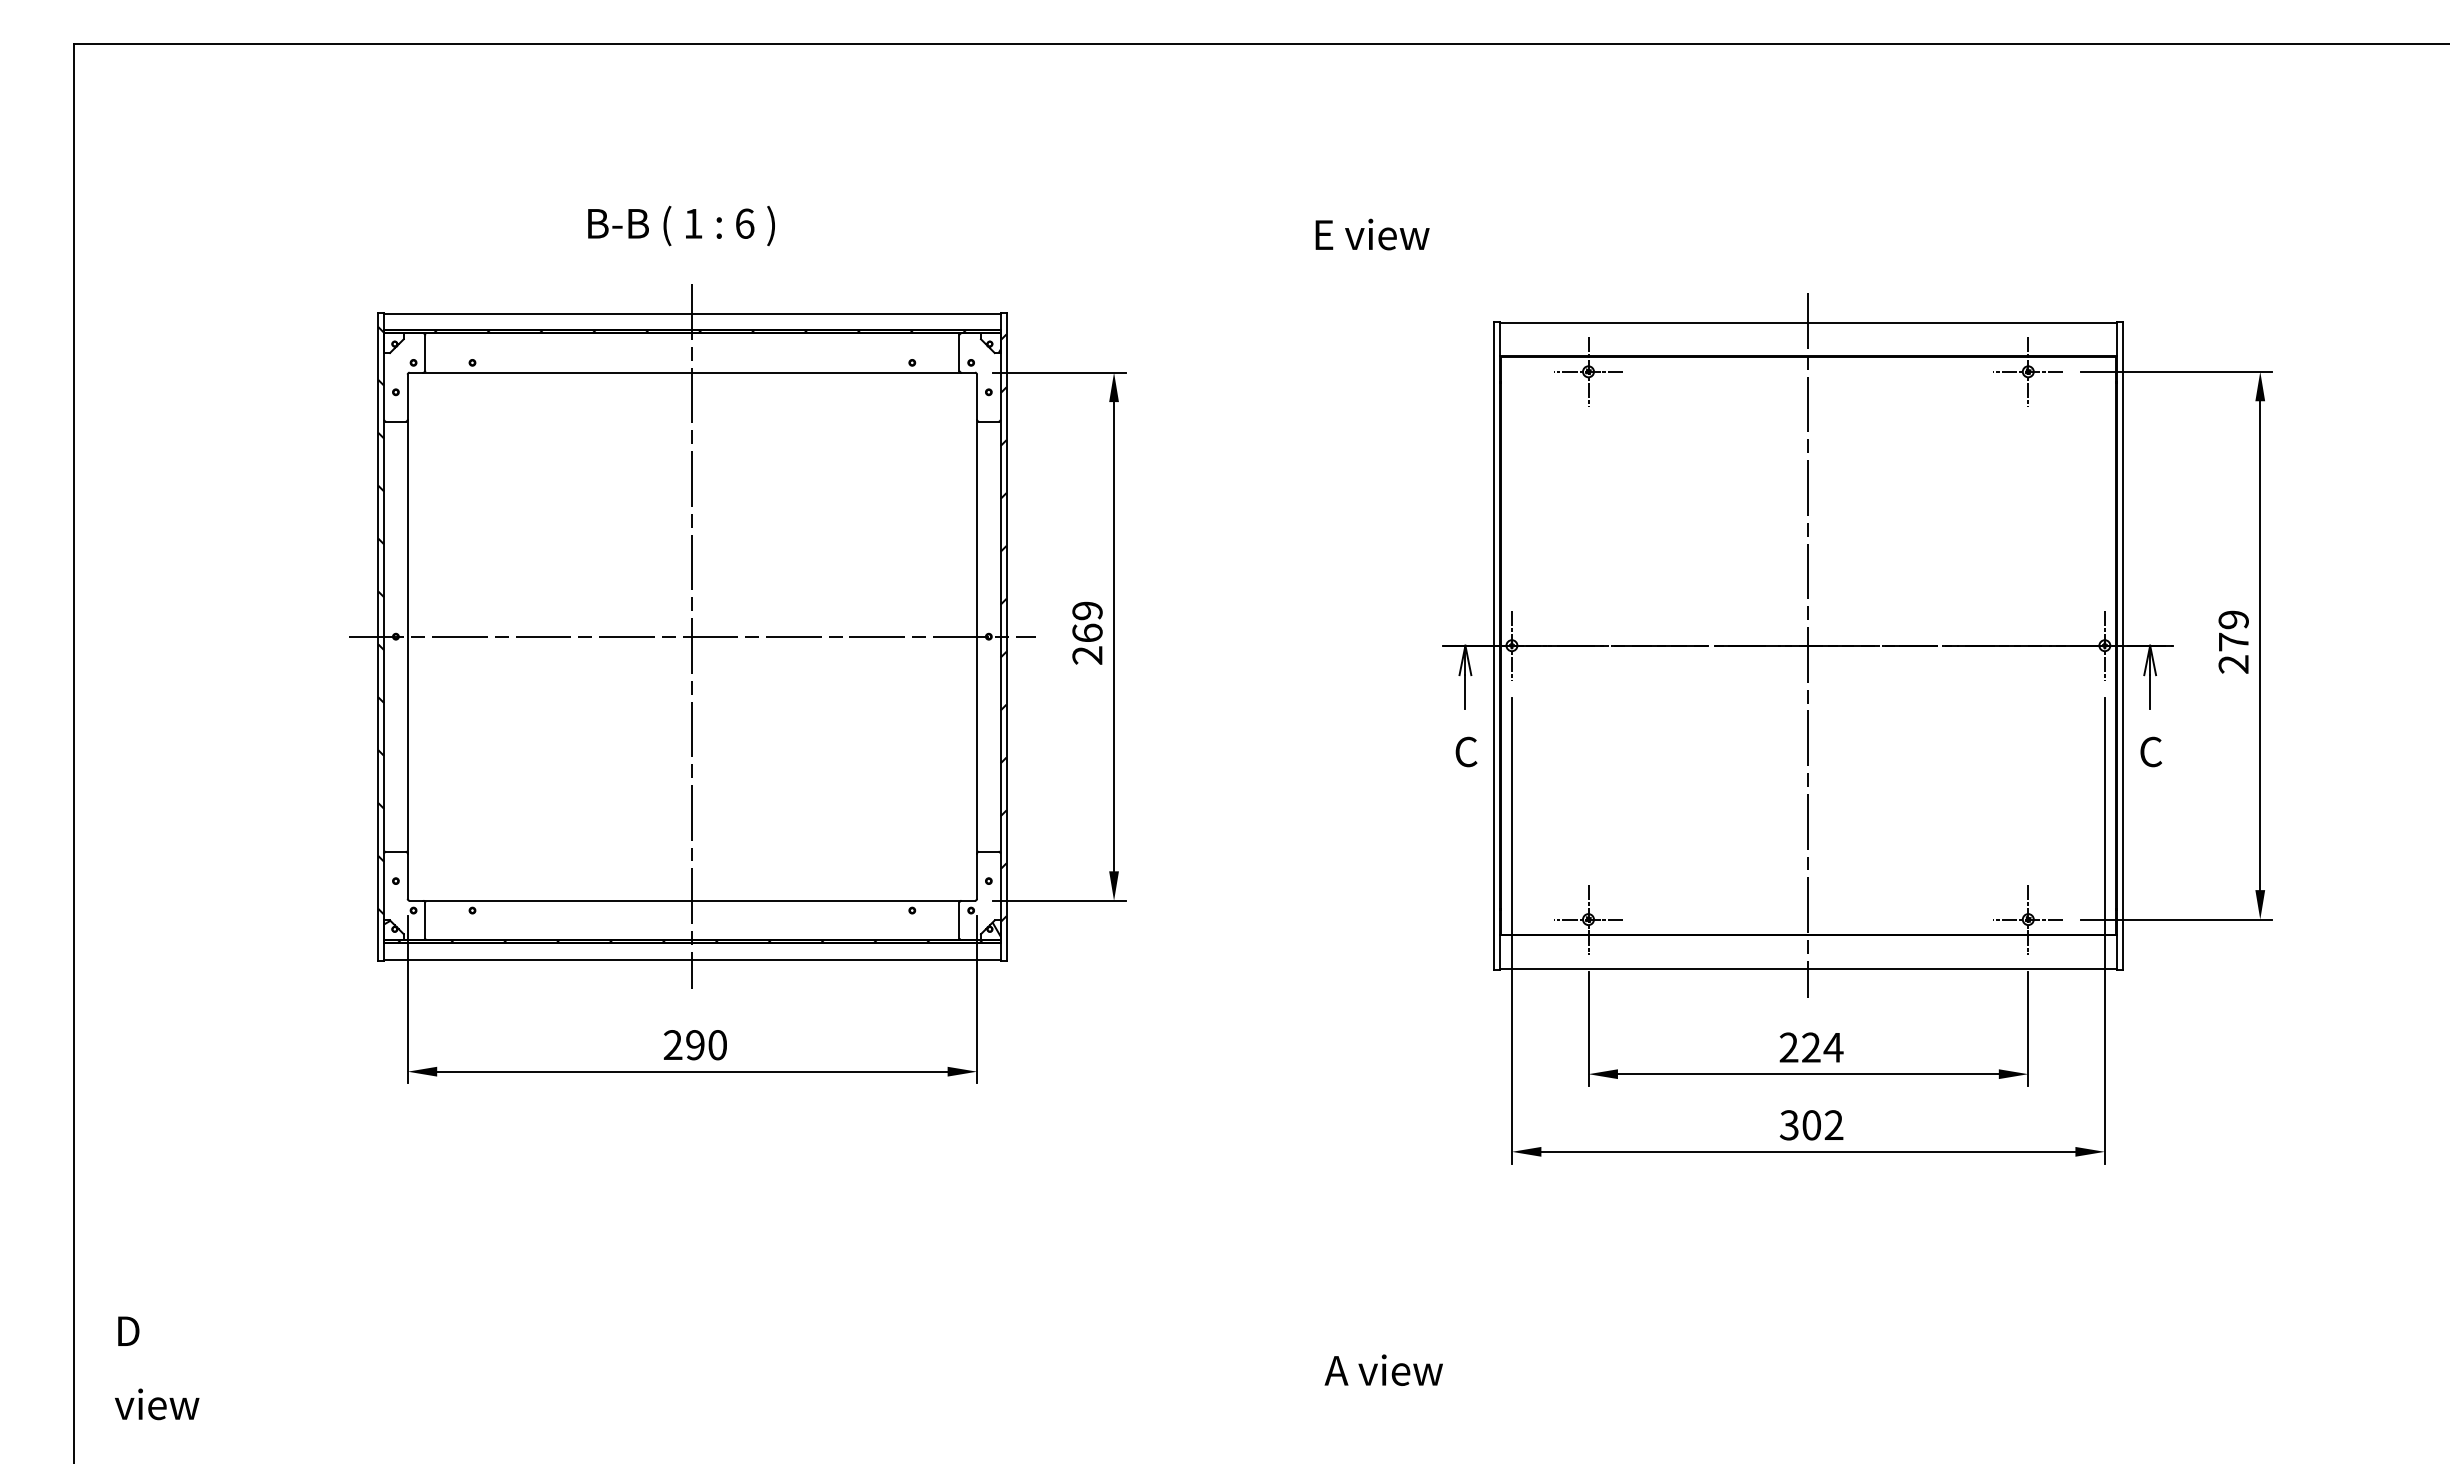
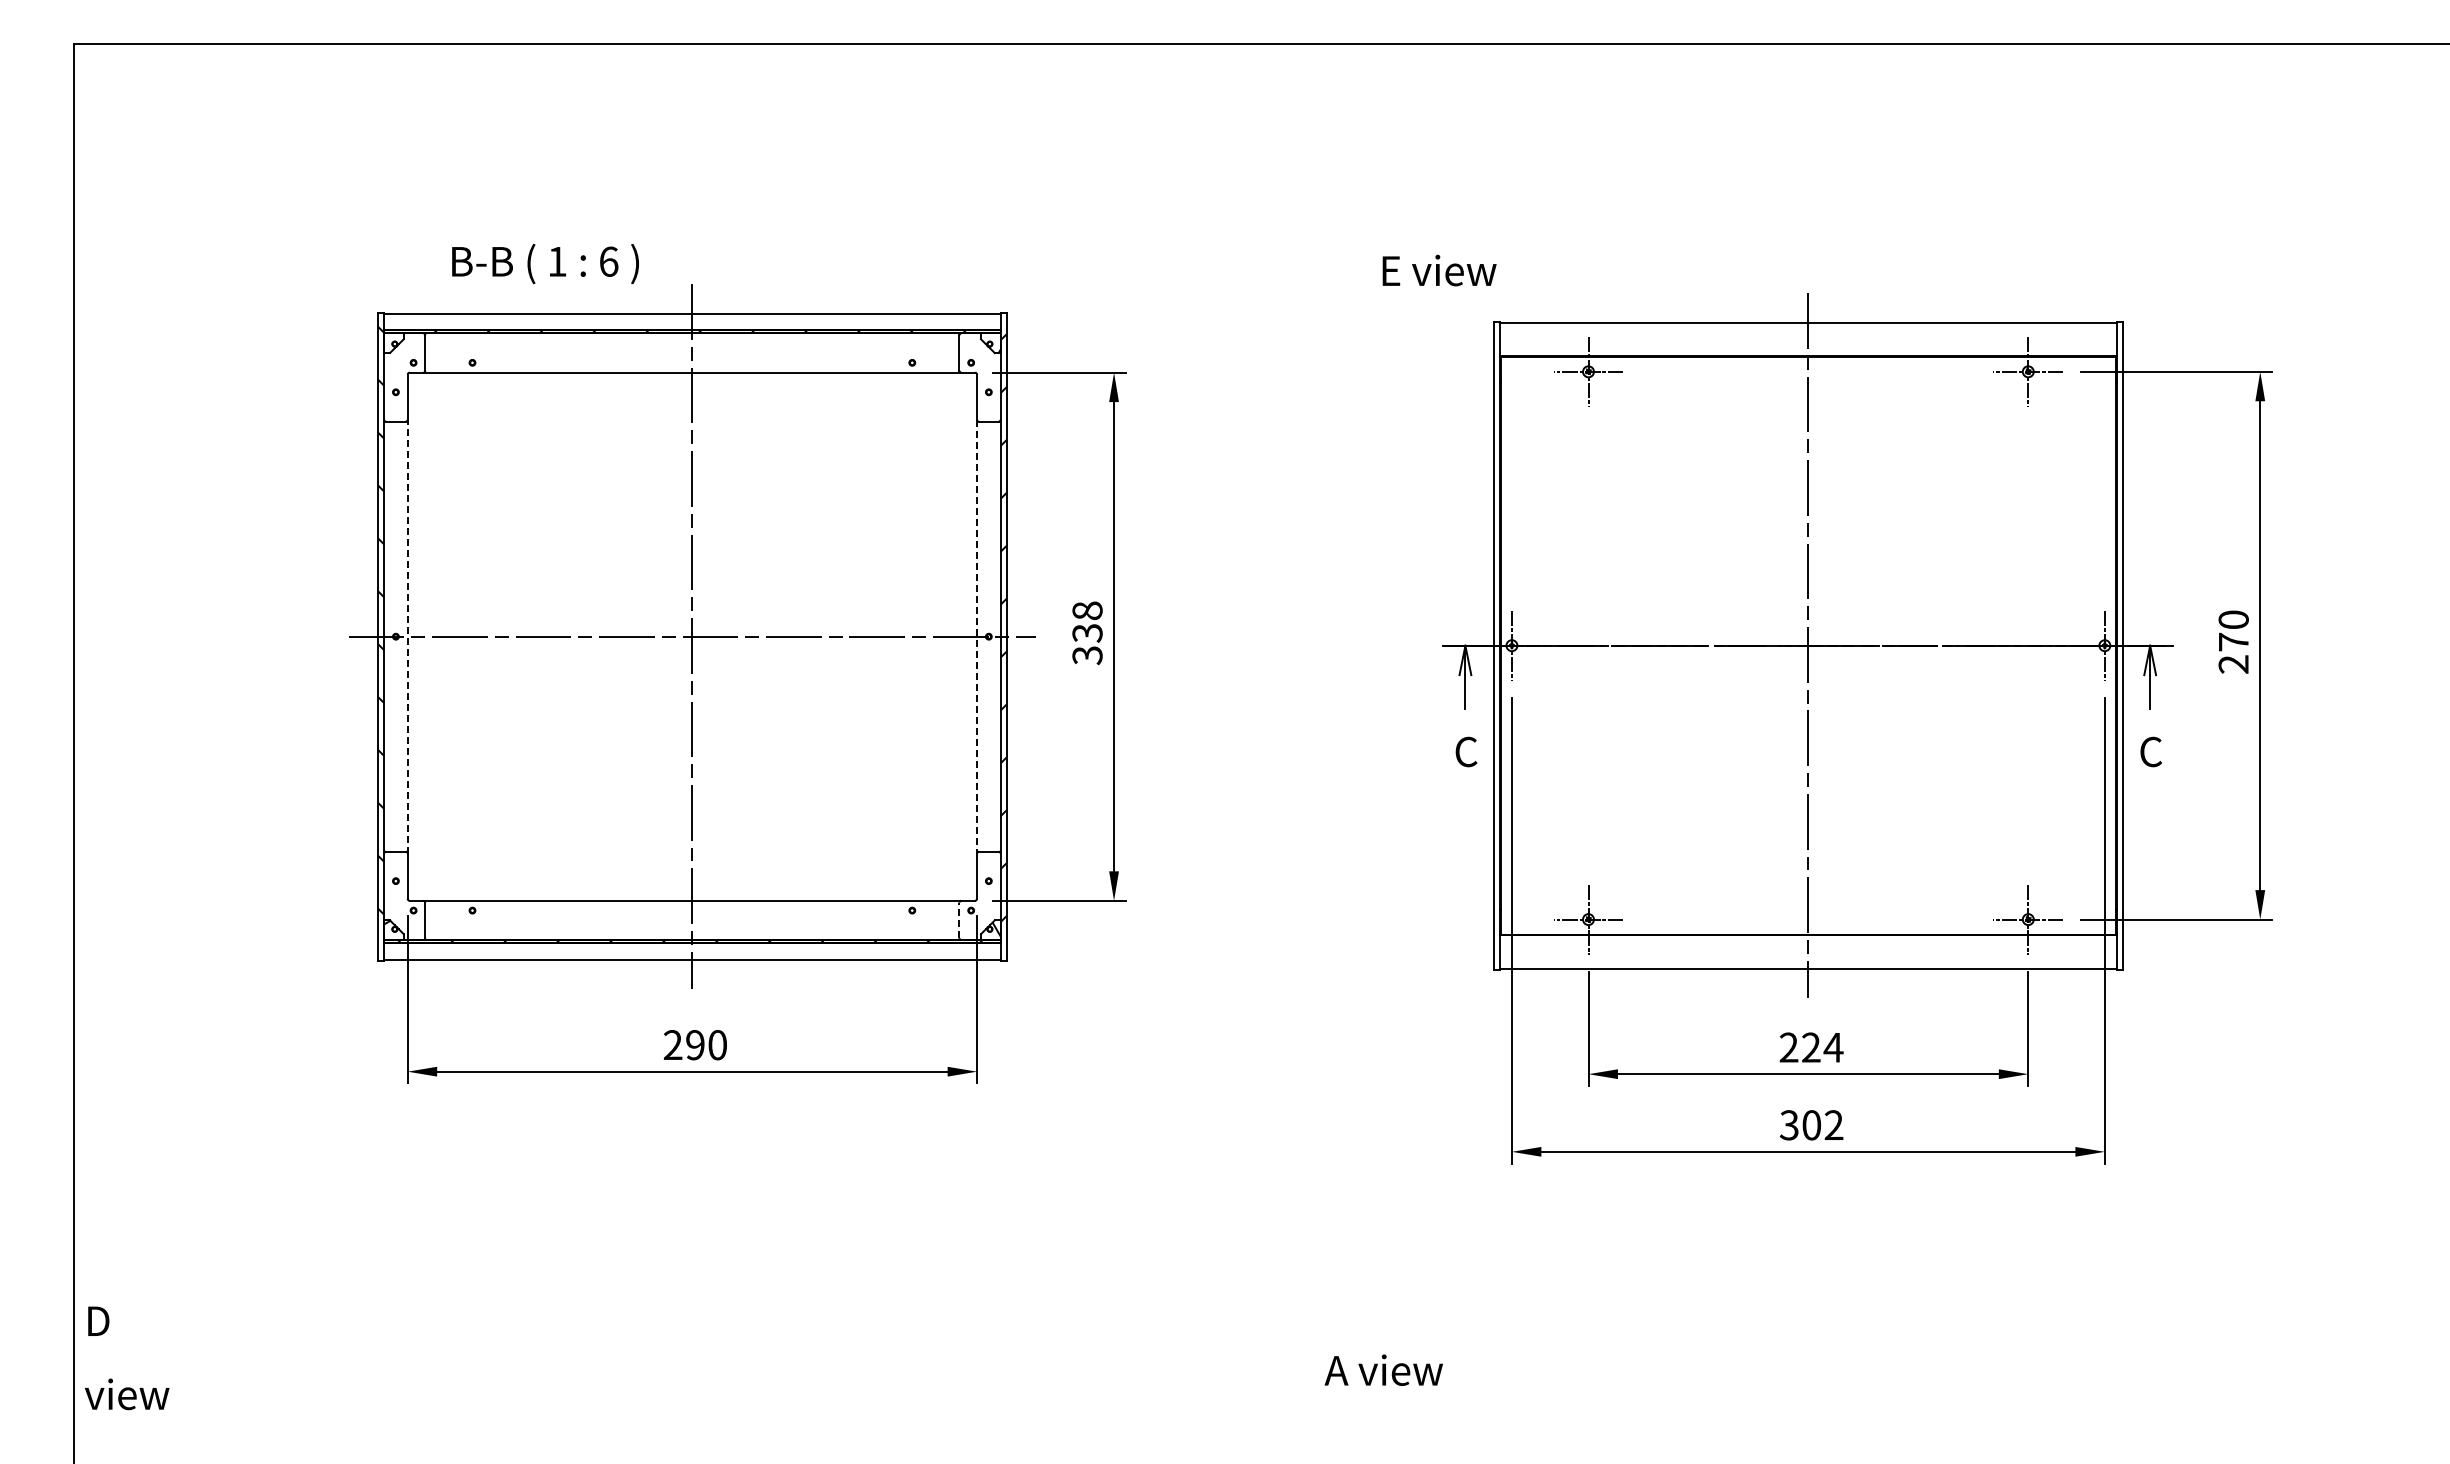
text at (681, 225) position: (681, 225) -> (545, 263)
text at (1372, 234) position: (1372, 234) -> (1439, 270)
text at (2233, 619): 279 -> 270
text at (1087, 633): 269 -> 338
line at (407, 636): solid -> dashed
line at (977, 636): solid -> dashed
line at (959, 920): solid -> dashed
text at (157, 1368) position: (157, 1368) -> (127, 1358)
